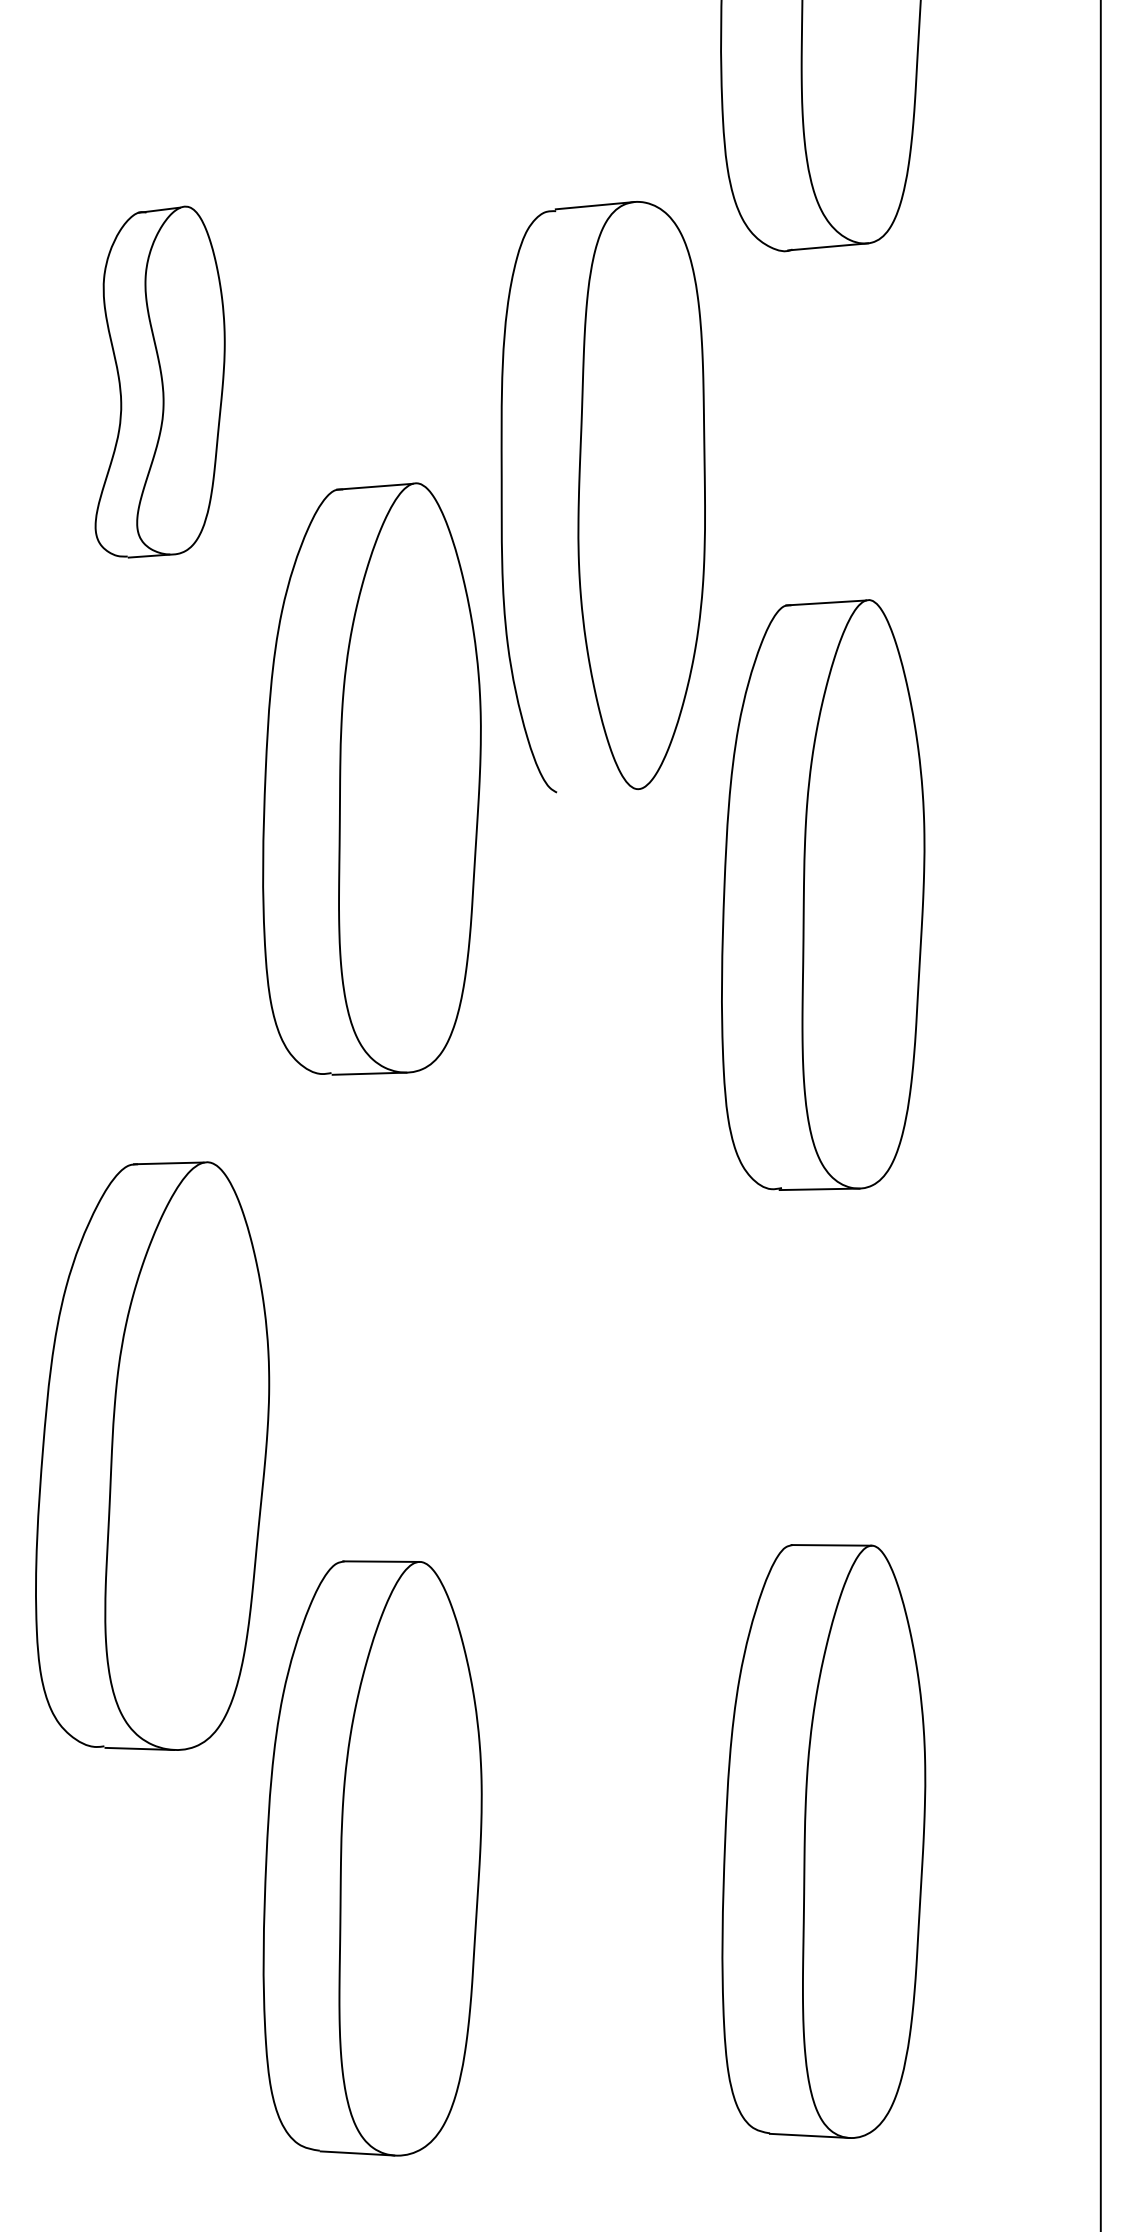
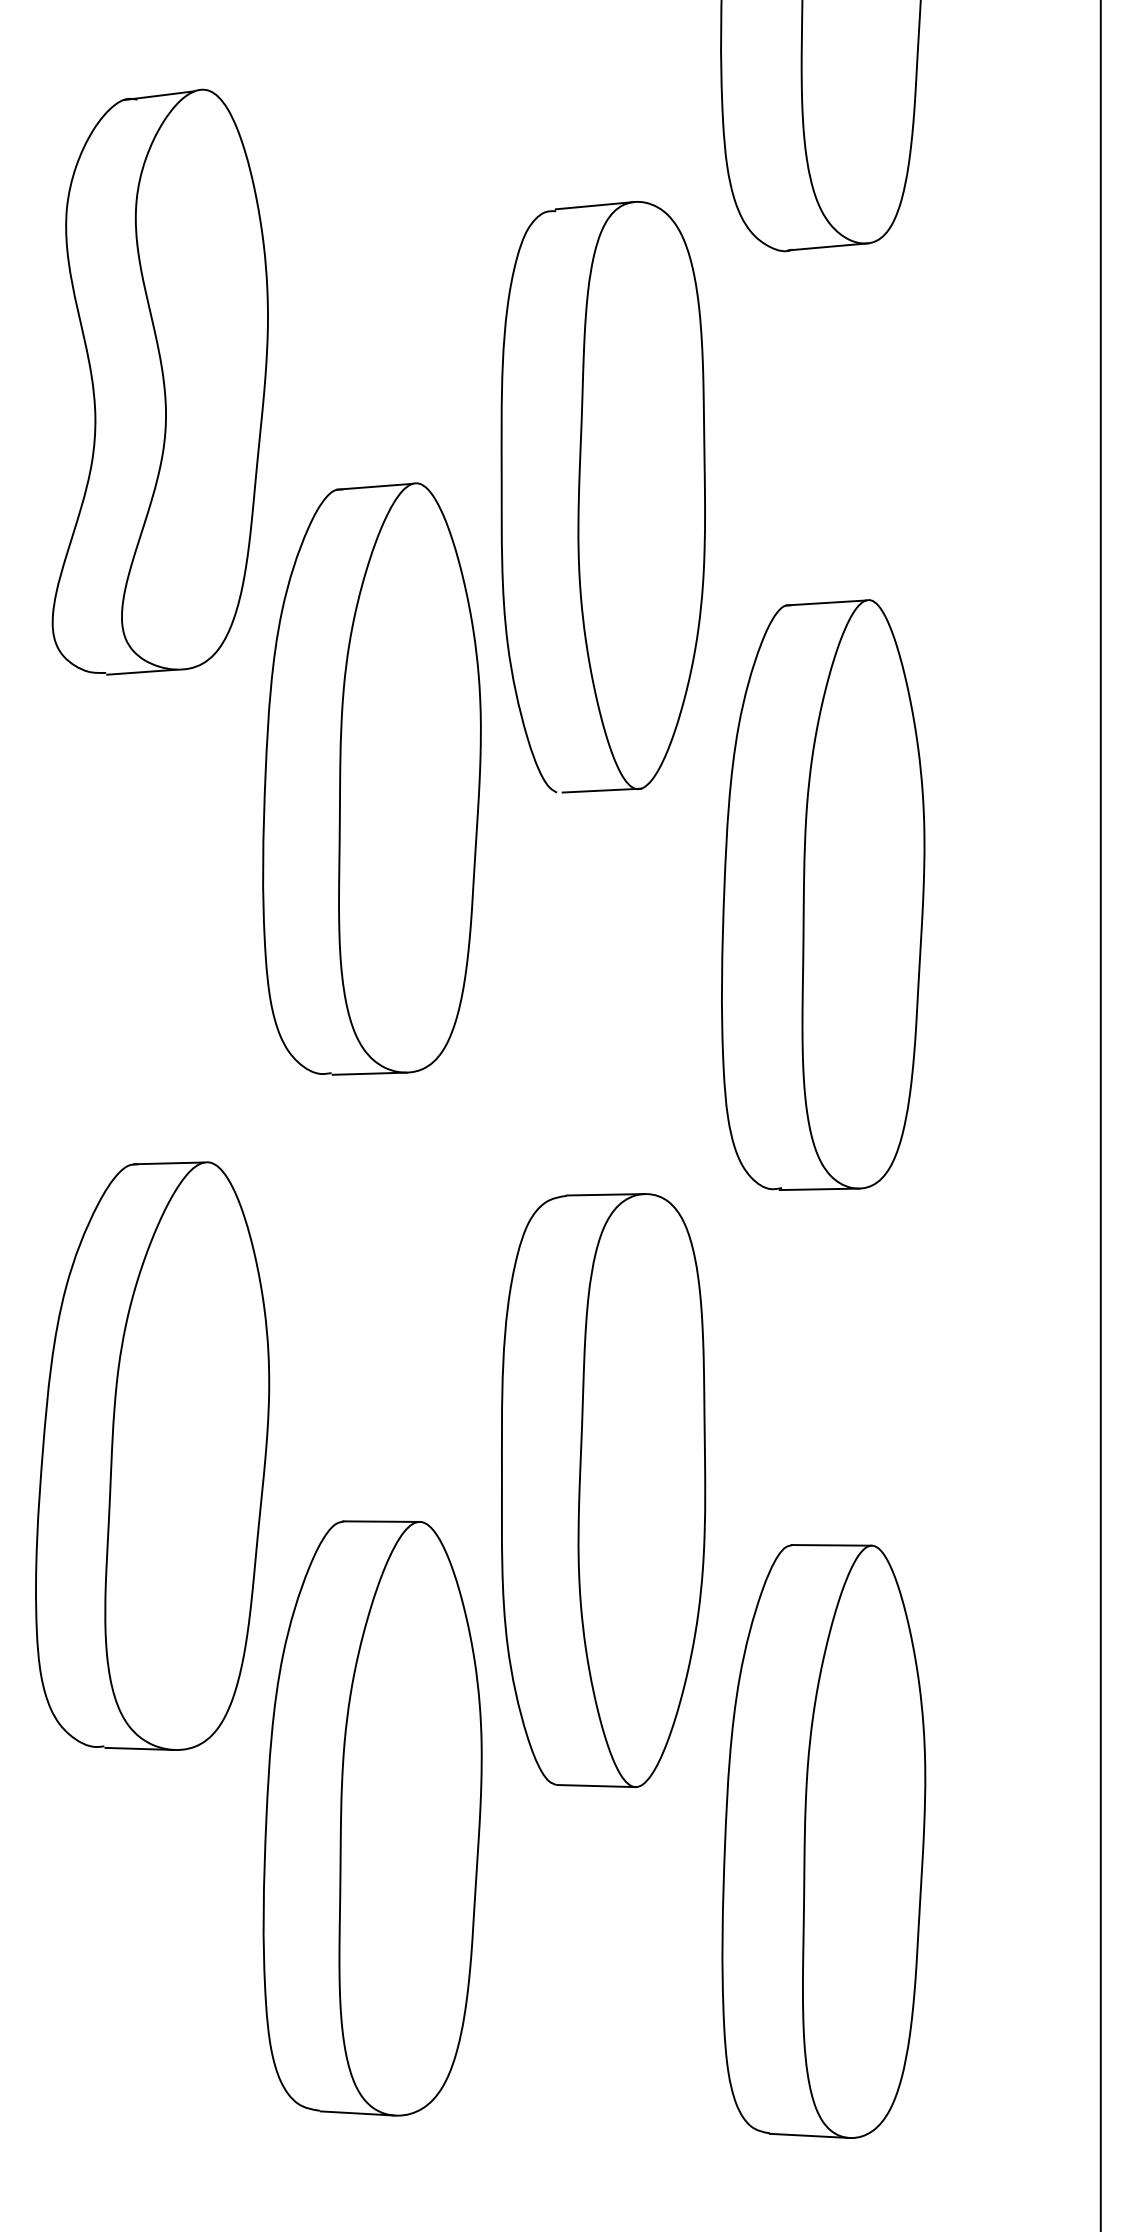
part at (159, 381) size: 132x354 px -> 218x588 px
line at (601, 790): none -> present
part at (603, 1490): none -> present
part at (372, 1858) position: (372, 1858) -> (372, 1818)
